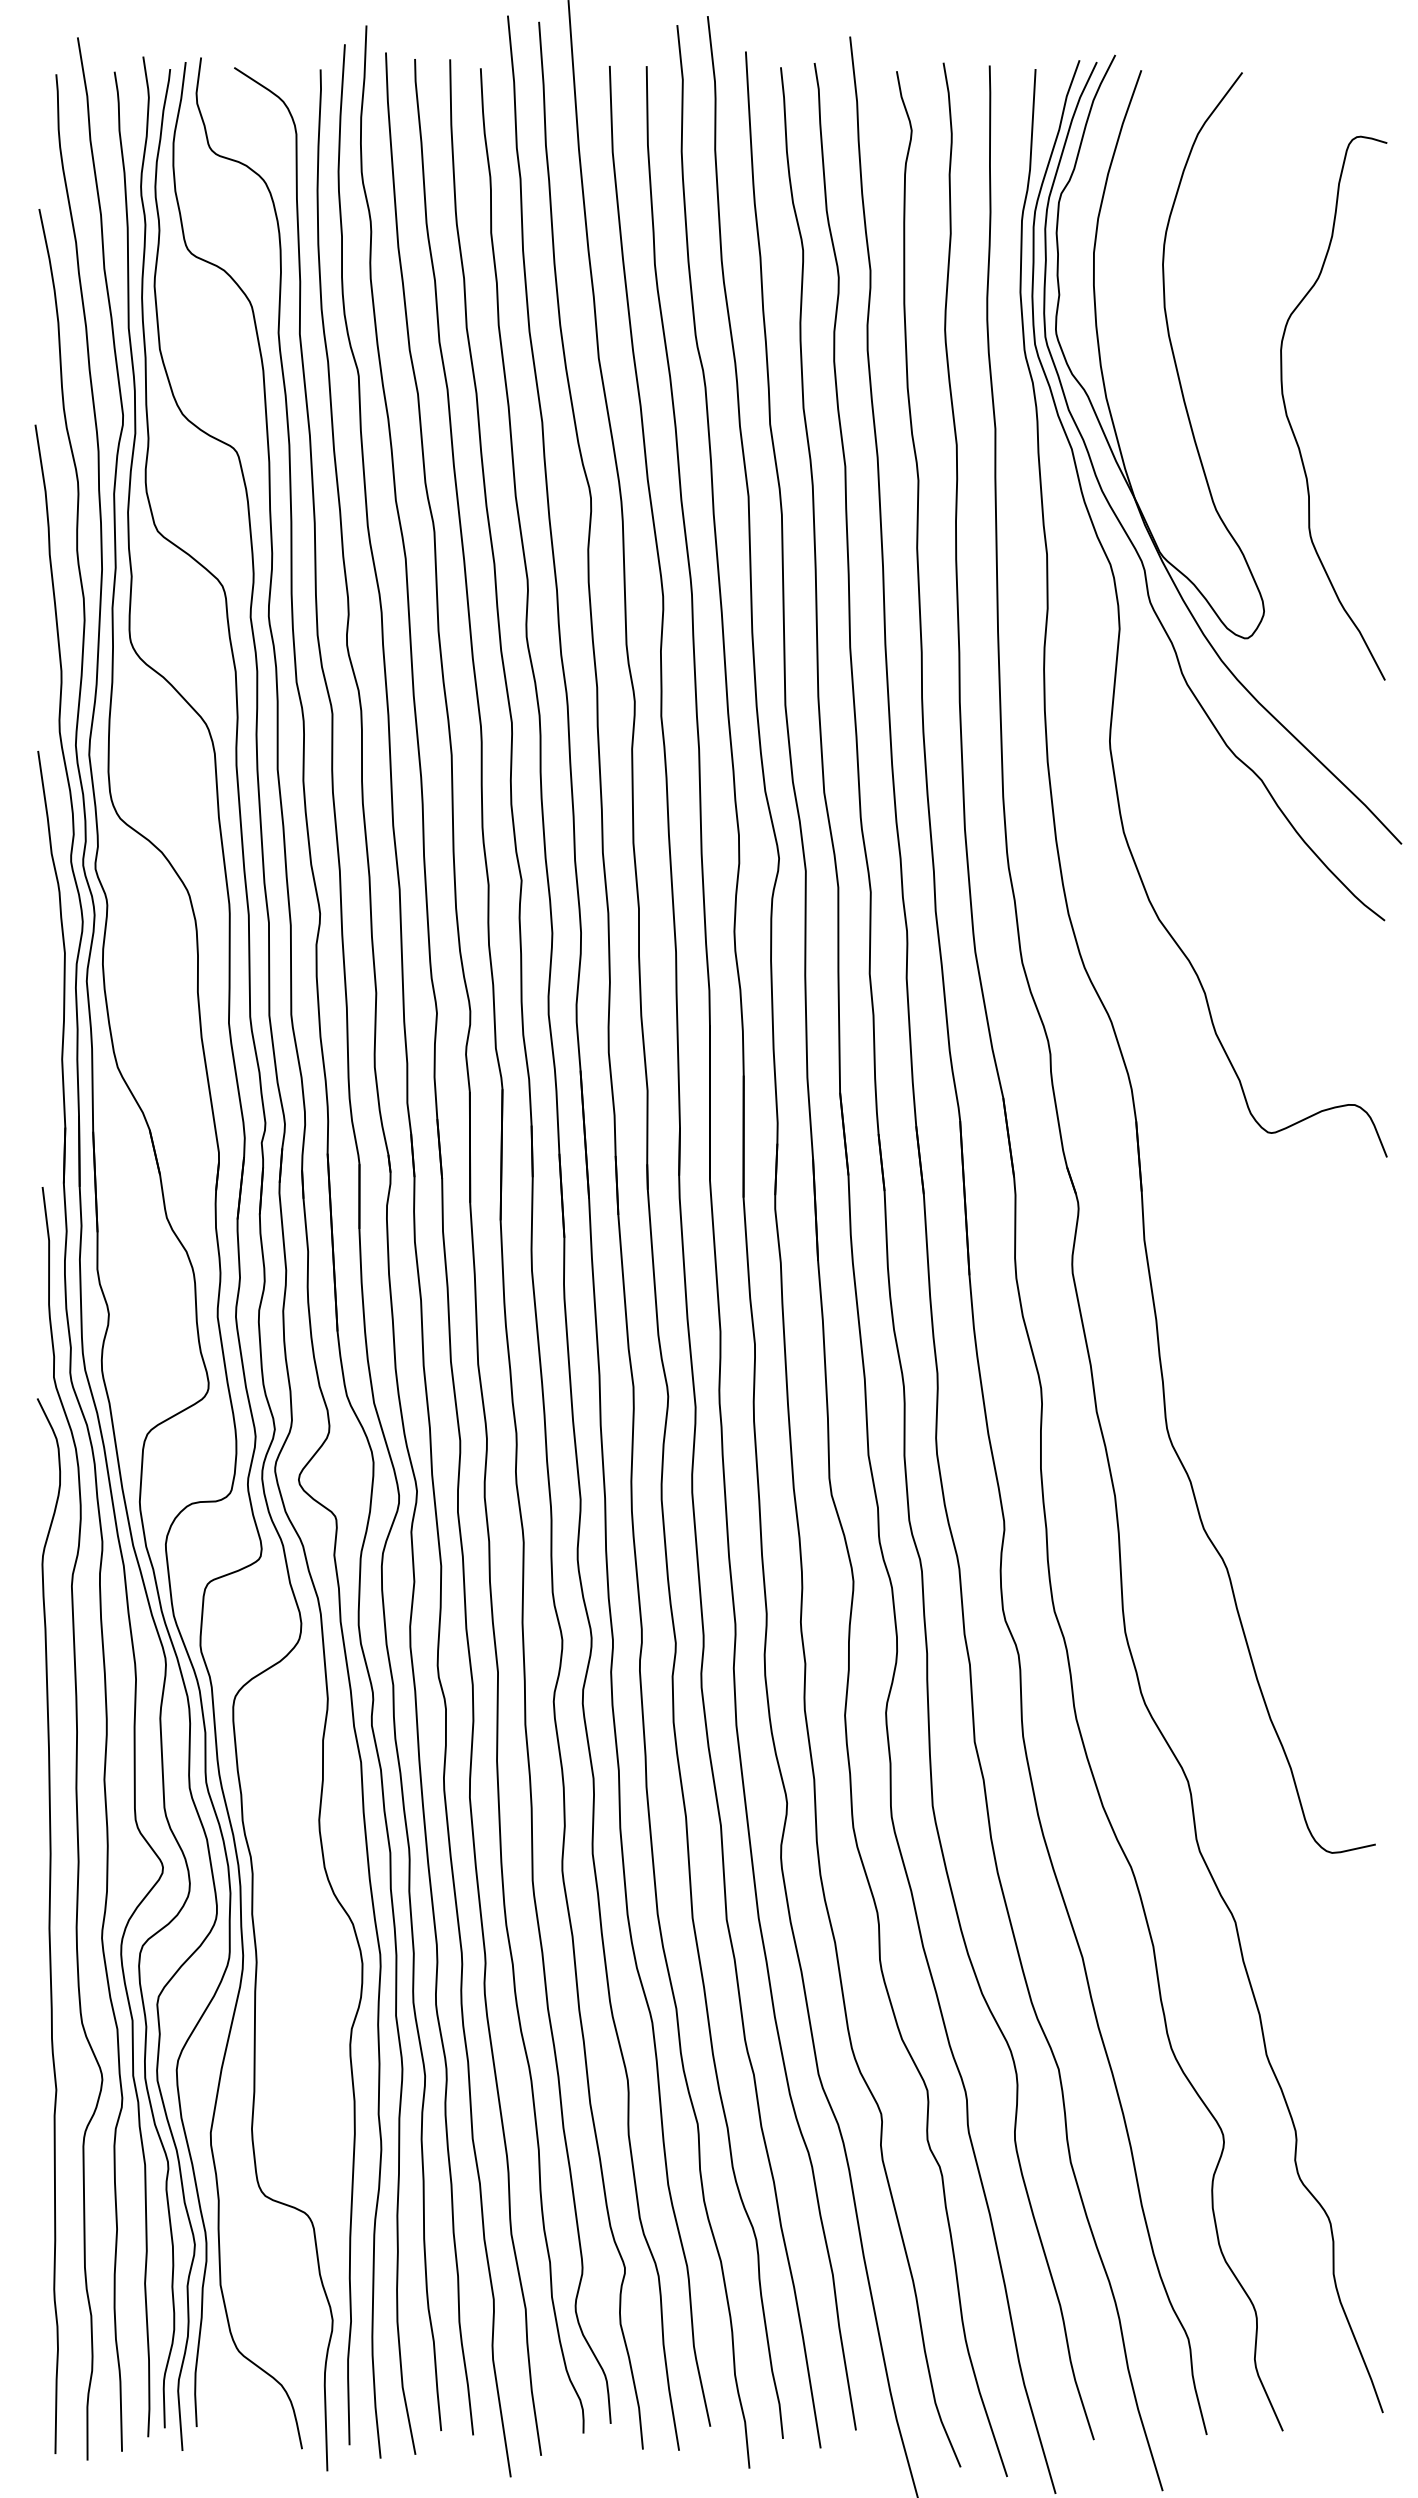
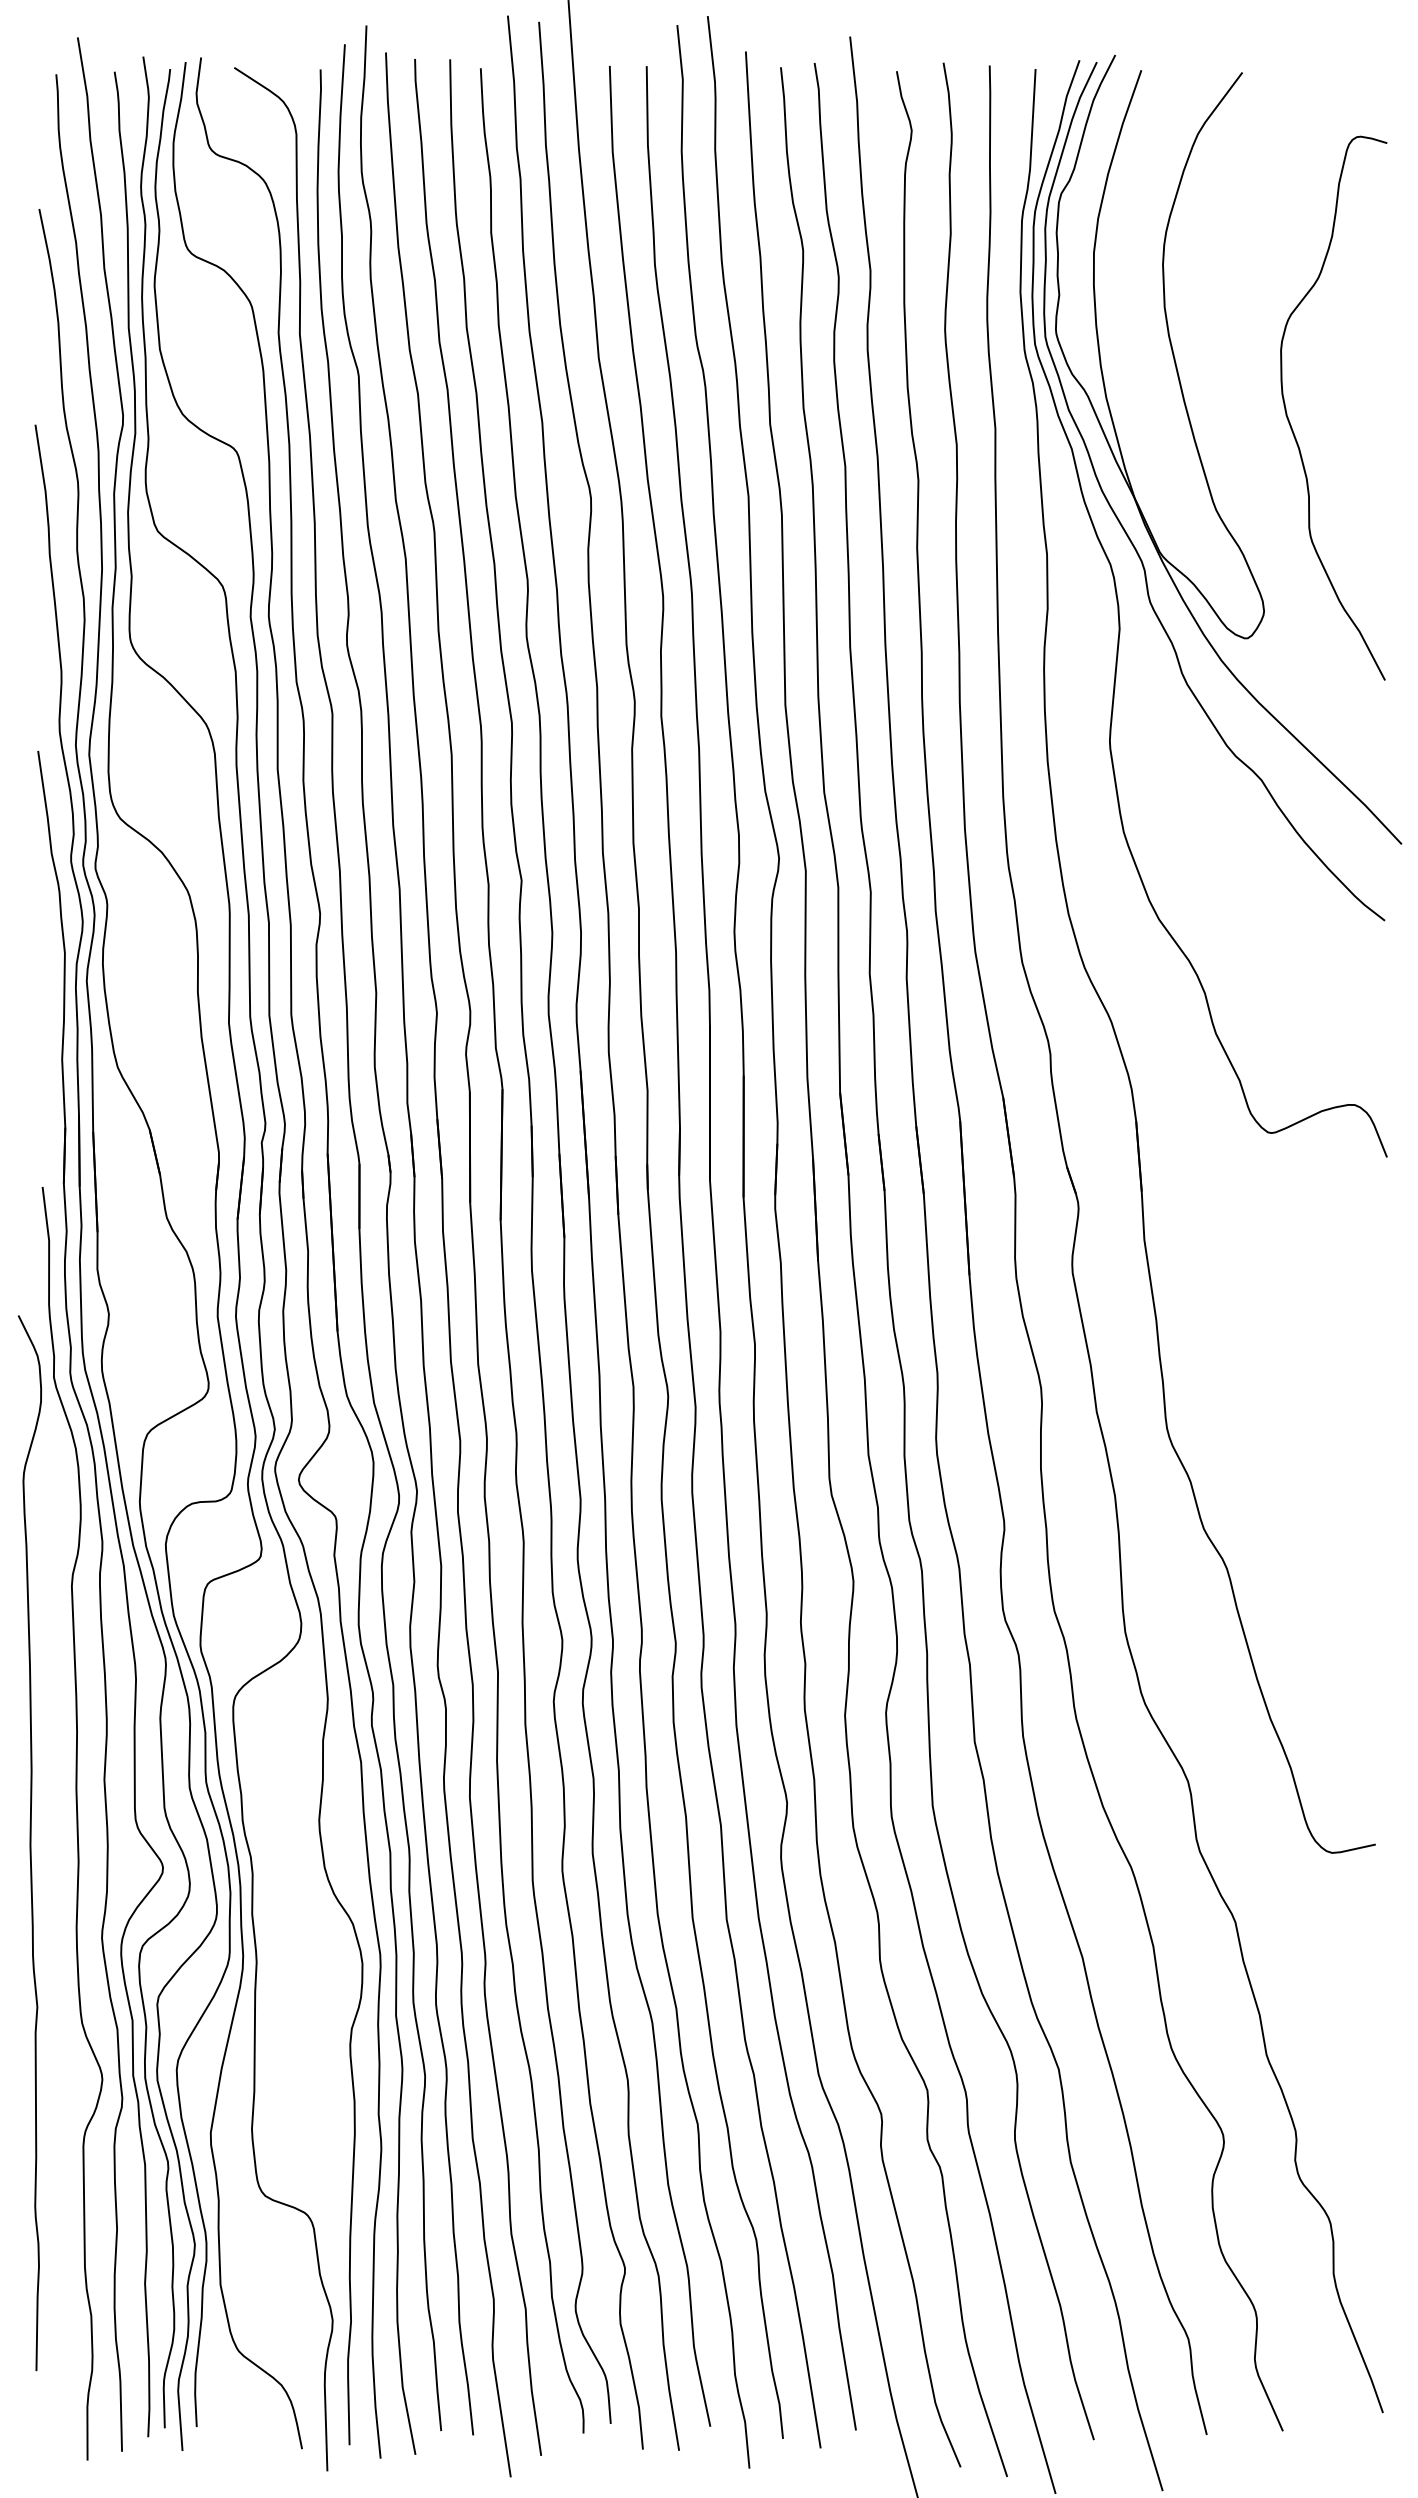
curve at (48, 1926) position: (48, 1926) -> (29, 1843)
